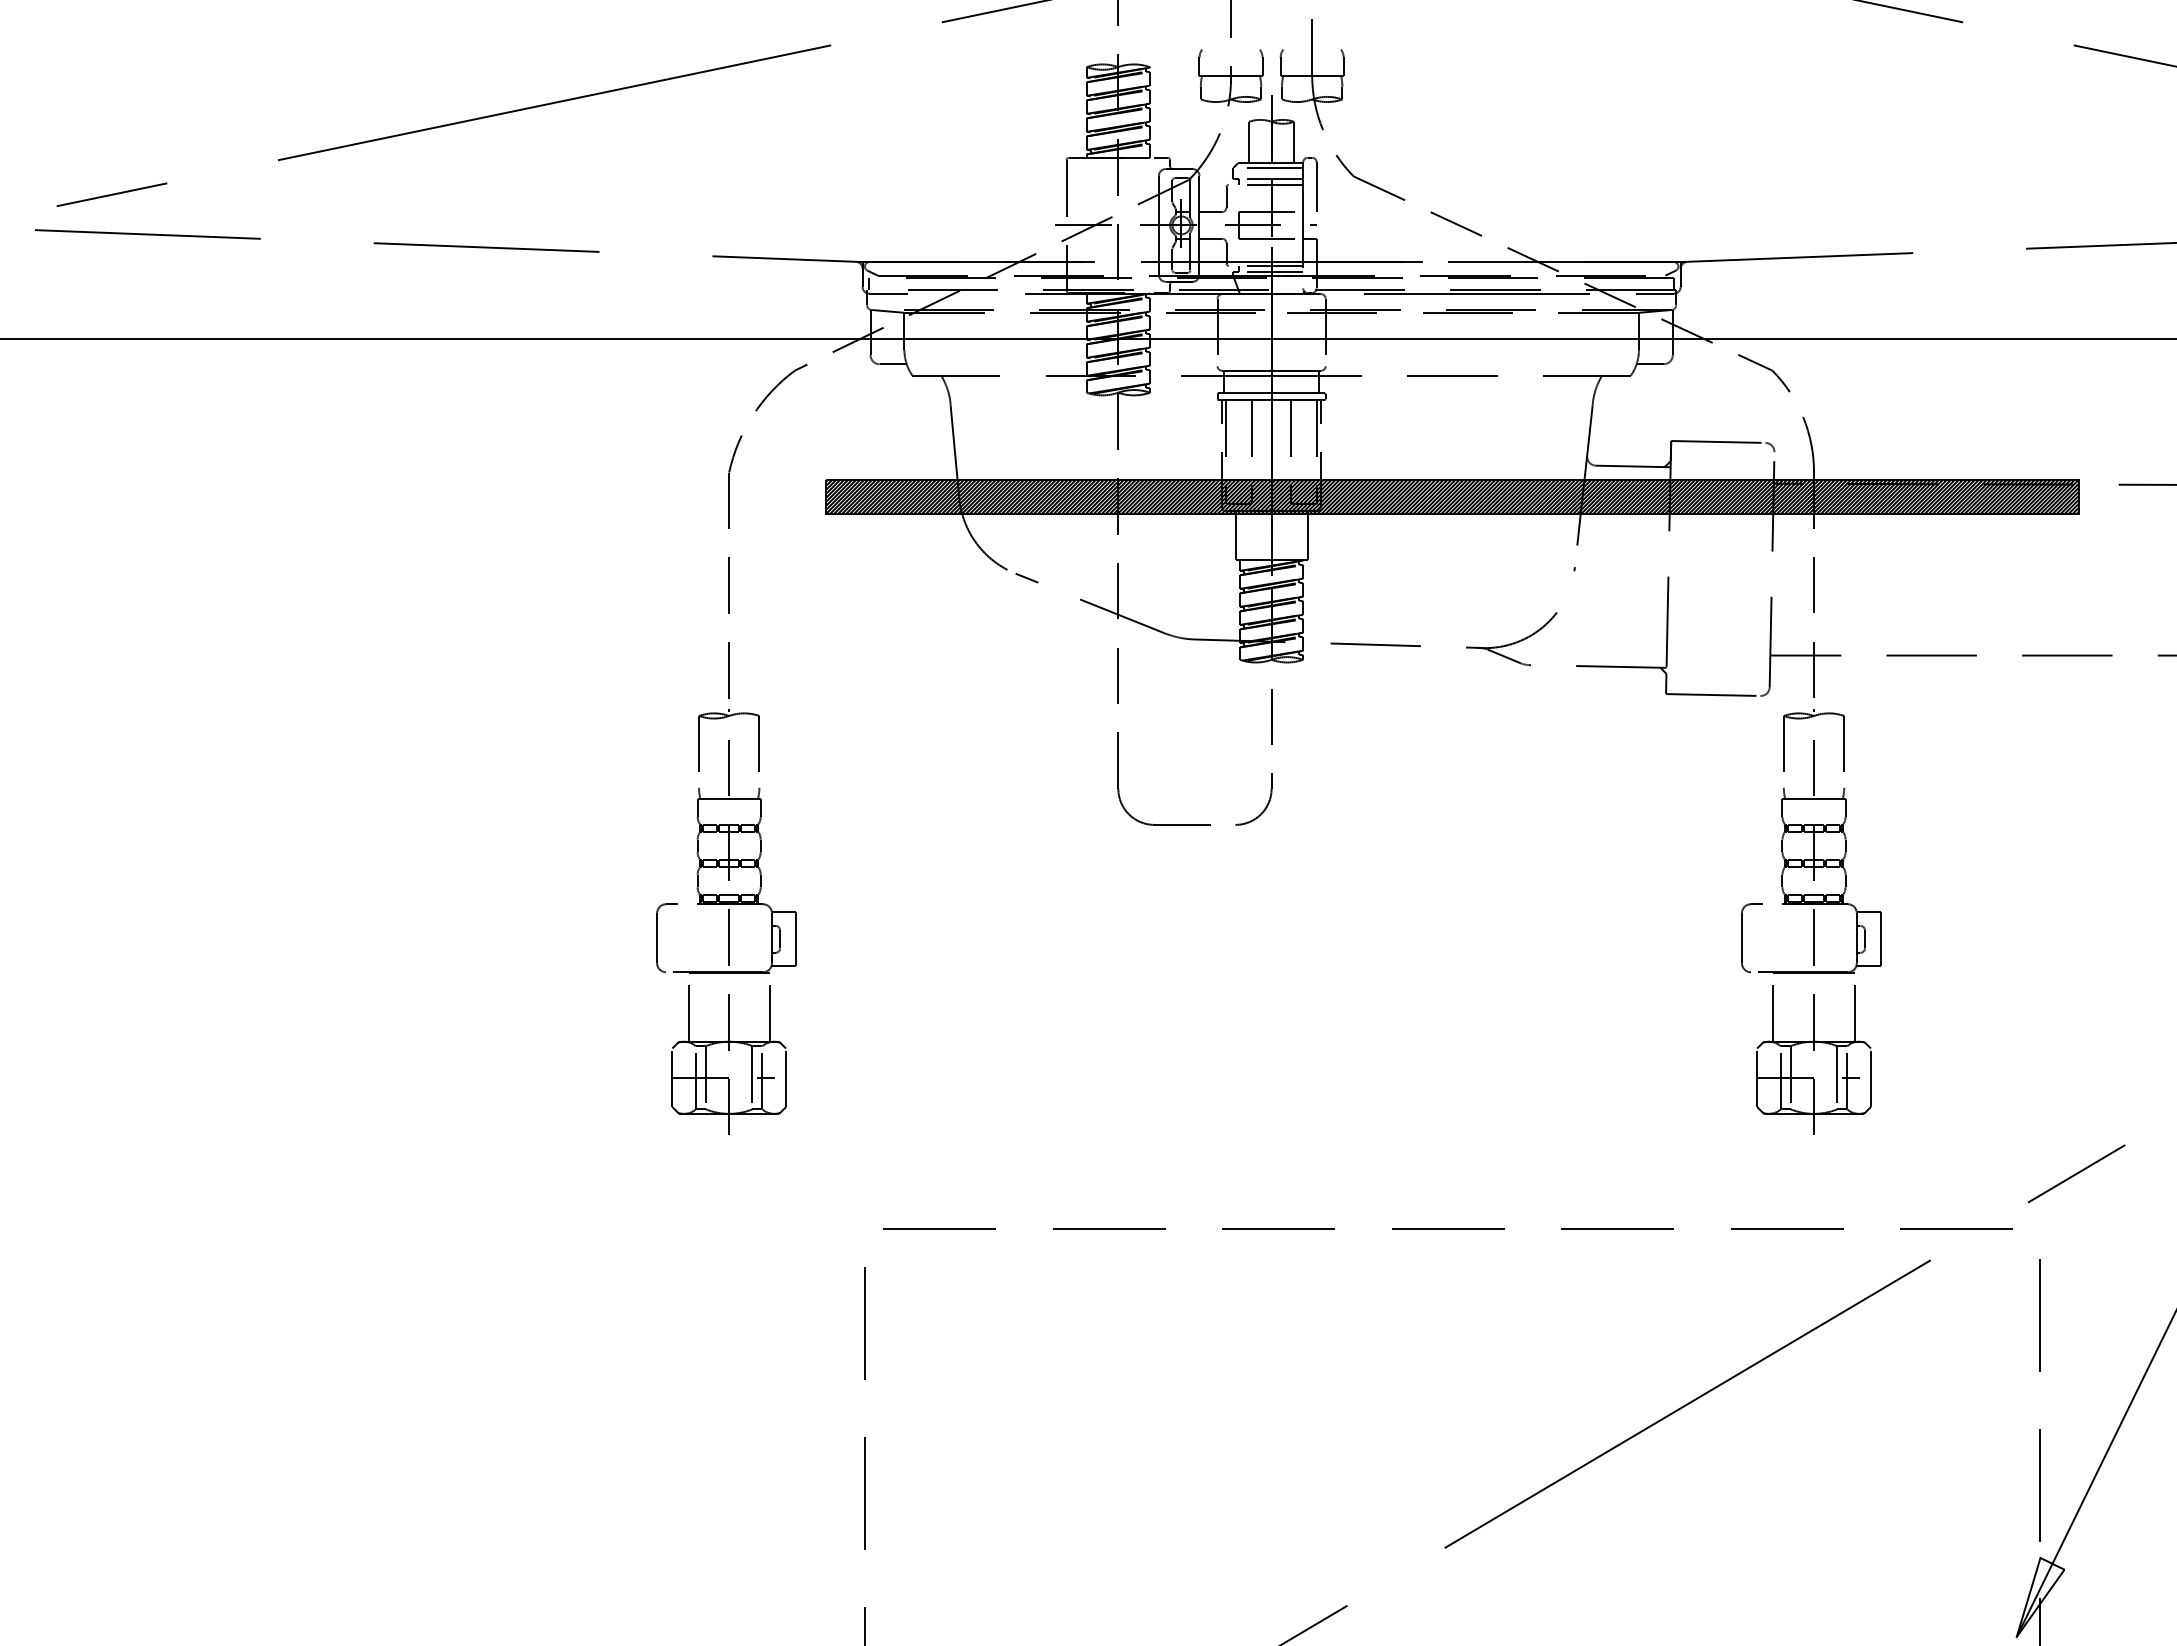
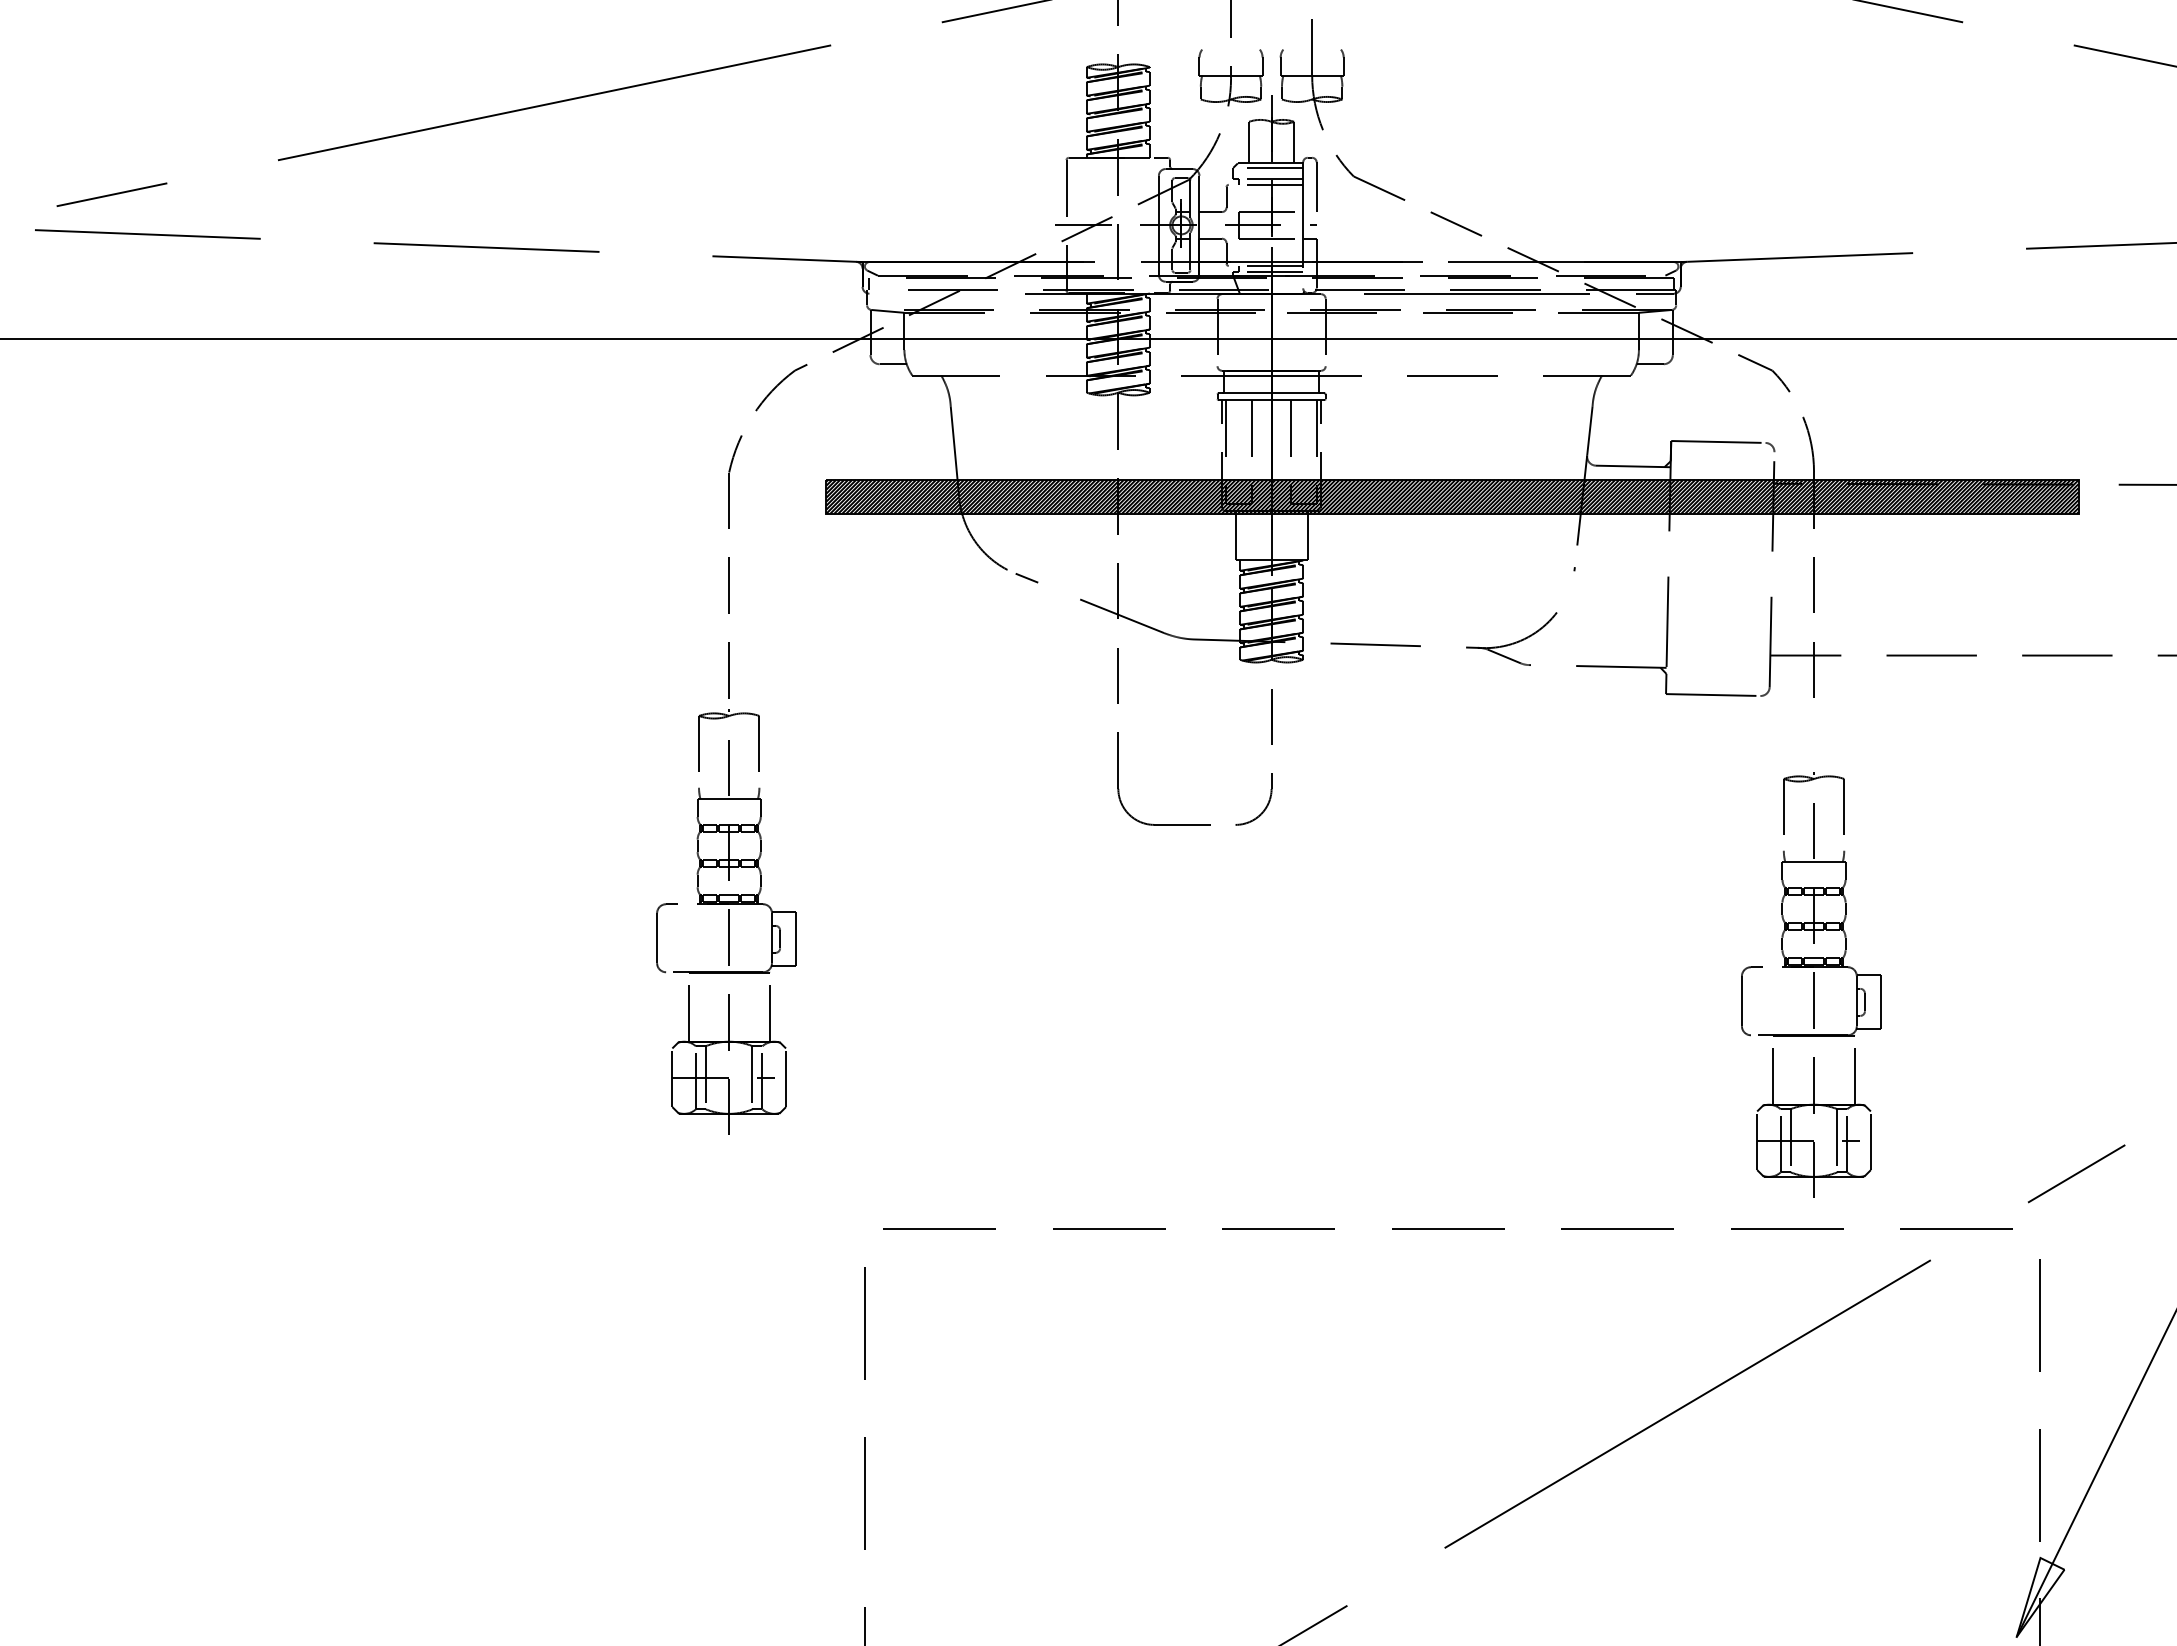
line at (888, 293): present -> none
part at (1811, 921) position: (1811, 921) -> (1811, 984)
